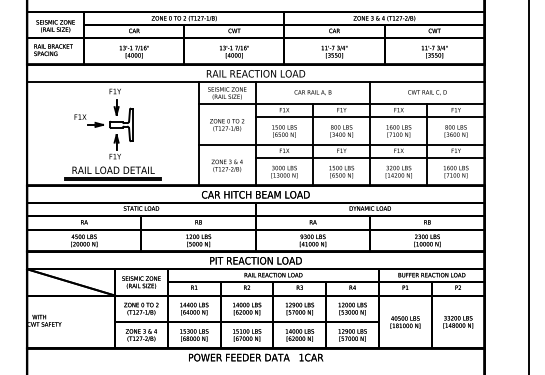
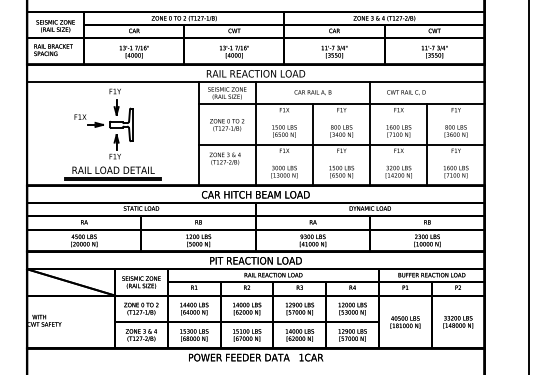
text at (427, 92) position: (427, 92) -> (406, 92)
line at (369, 117): present -> none
line at (369, 158): present -> none
text at (226, 165) position: (226, 165) -> (224, 158)
